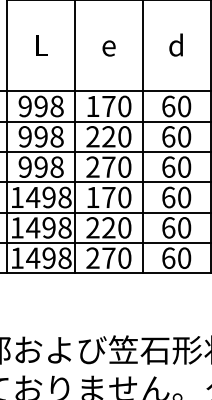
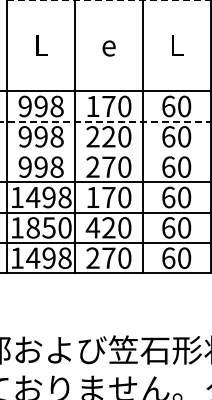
line at (109, 0): solid -> dashed
text at (176, 44): d -> L
line at (106, 121): solid -> dashed
line at (105, 152): present -> none
text at (48, 227): 1498 -> 1850
text at (92, 227): 220 -> 420
